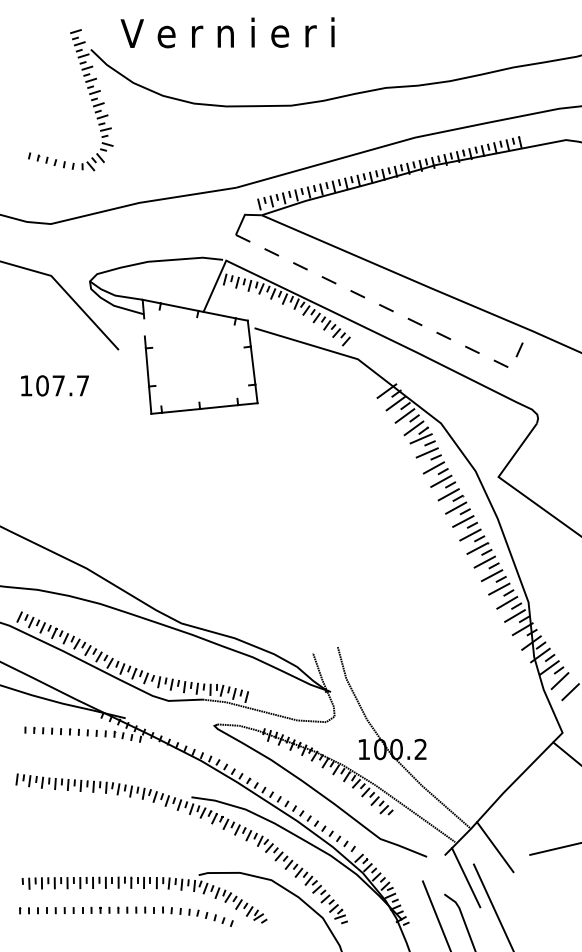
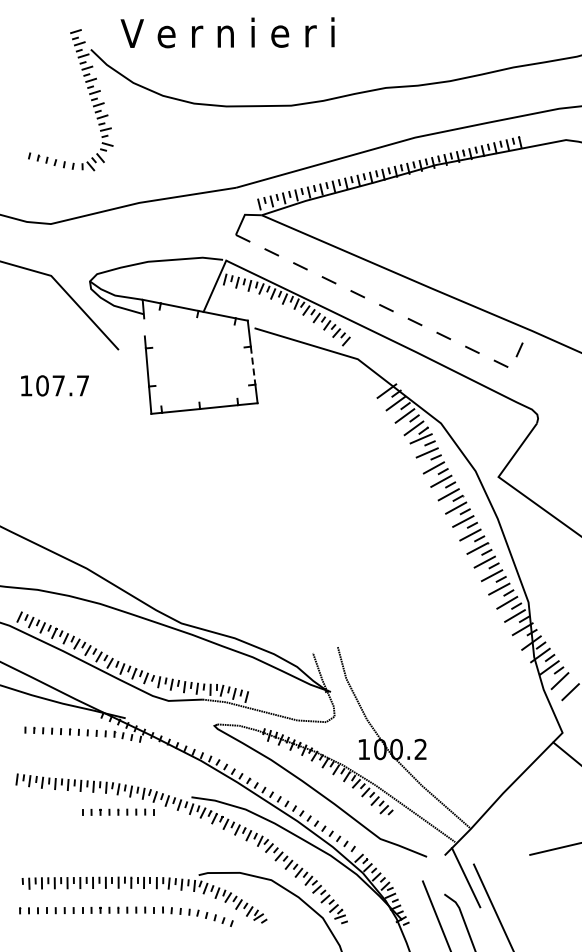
line at (253, 366): solid -> dashed
part at (118, 811): none -> present
line at (495, 847): present -> none
